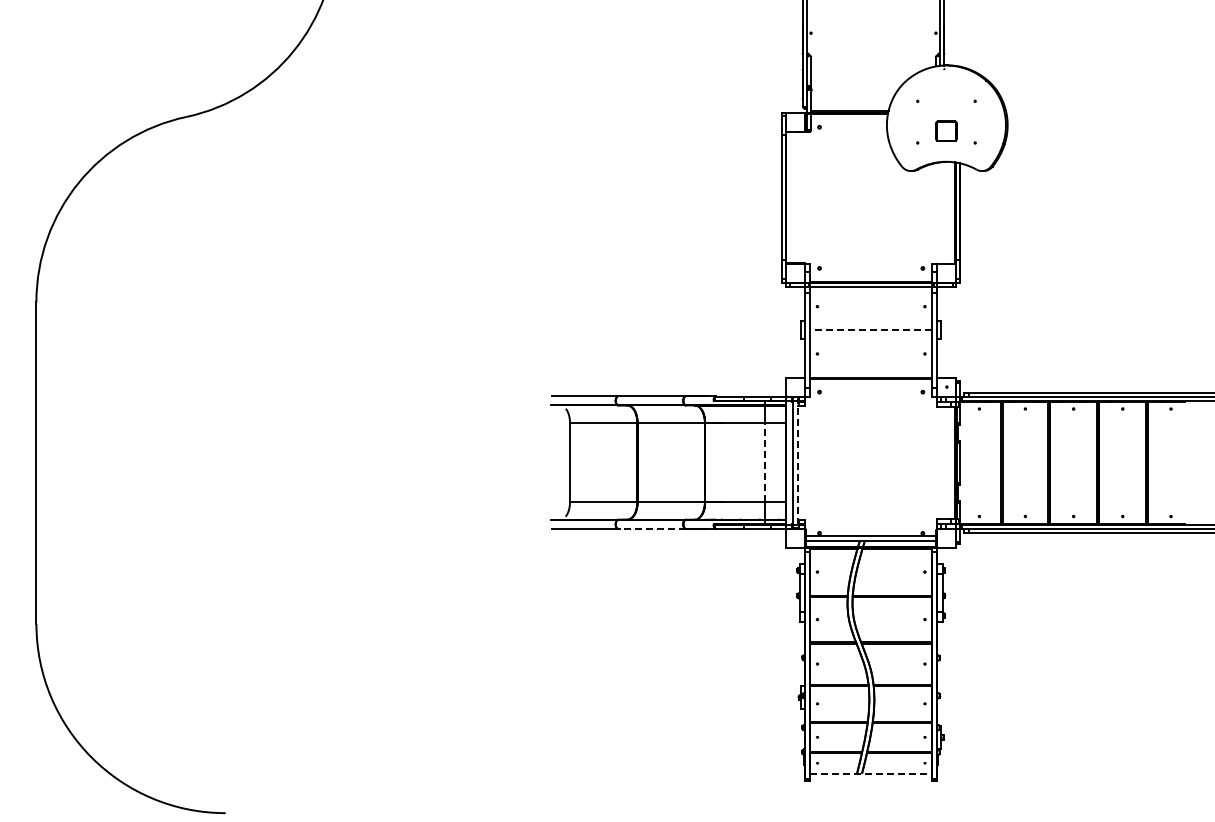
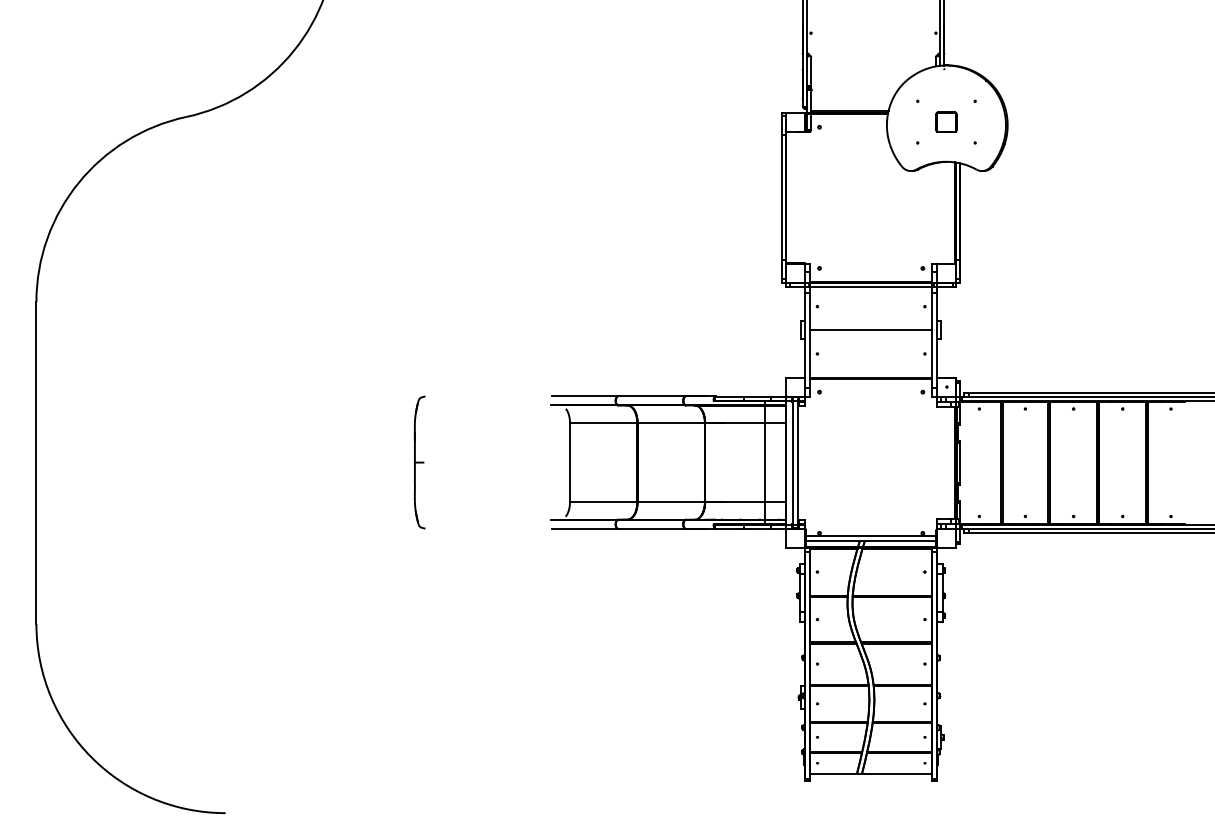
part at (946, 130) position: (946, 130) -> (946, 121)
line at (870, 330): dashed -> solid
part at (419, 462): none -> present
line at (765, 462): dashed -> solid
line at (798, 463): dashed -> solid
line at (652, 528): dashed -> solid
line at (871, 773): dashed -> solid
